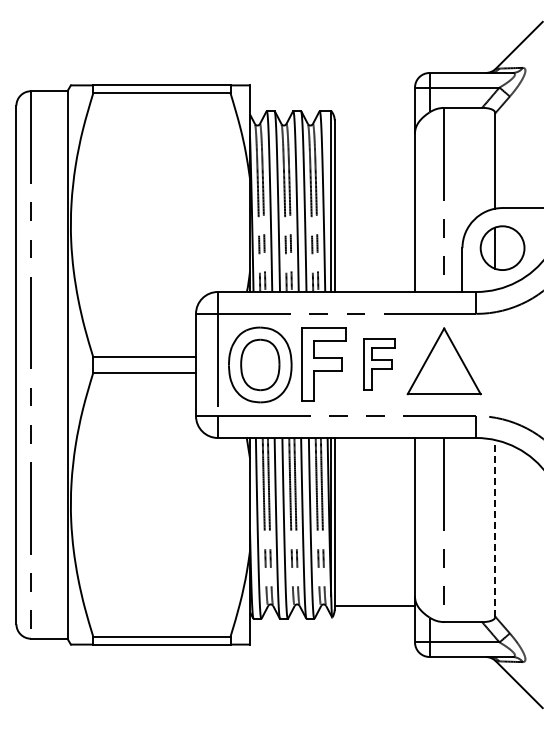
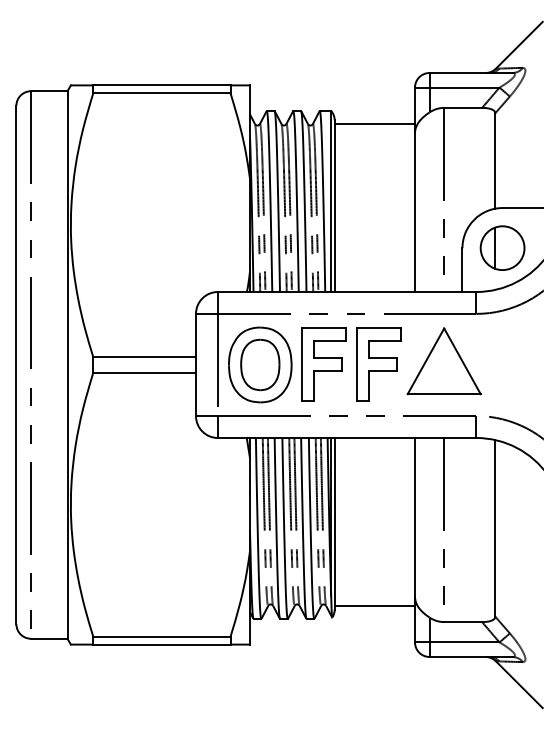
line at (374, 124): none -> present
part at (379, 364) size: 33x53 px -> 46x75 px
line at (495, 527): dashed -> solid
